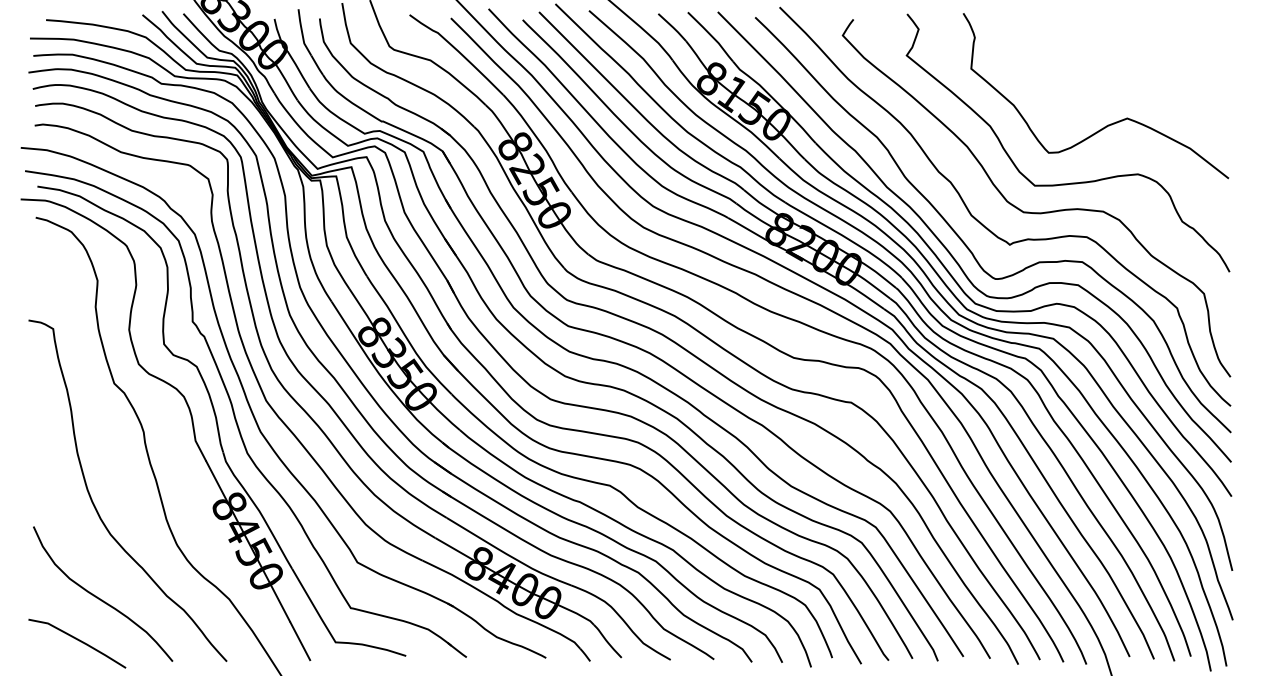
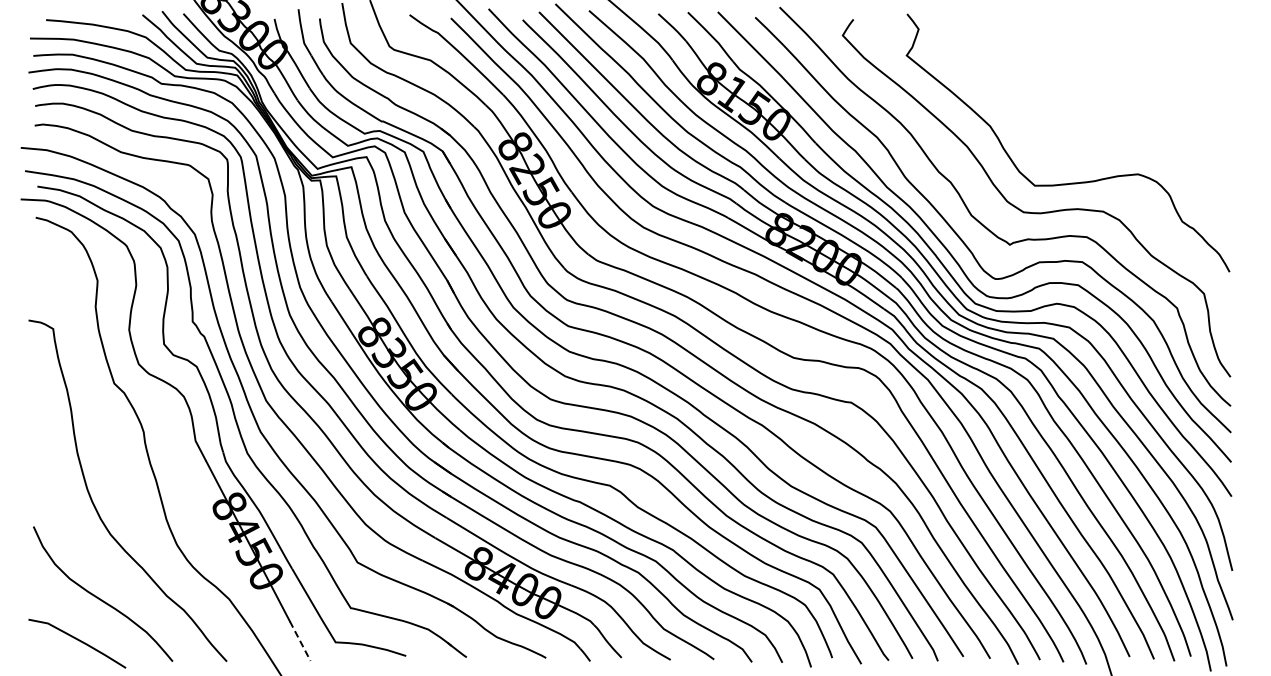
curve at (1108, 124): present -> none
line at (300, 641): solid -> dashed
